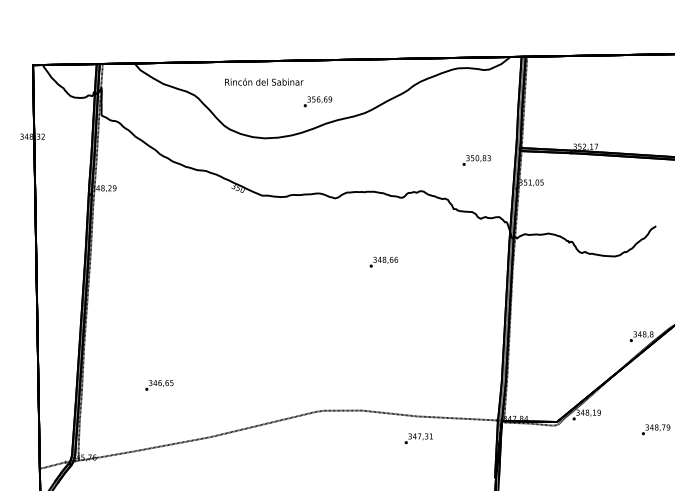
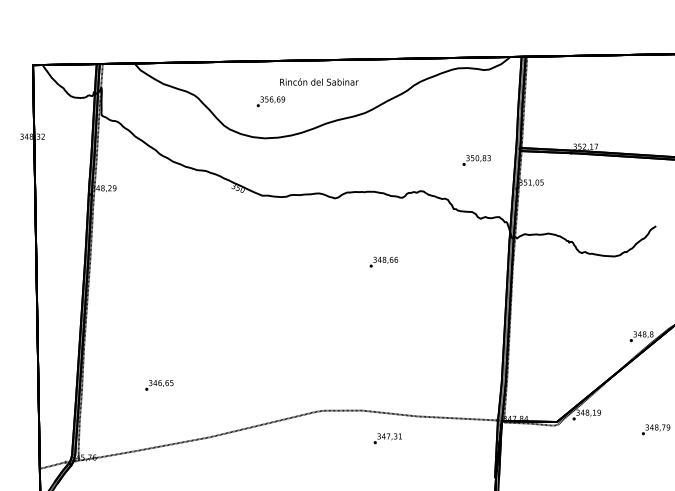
text at (264, 81) position: (264, 81) -> (319, 81)
text at (317, 101) position: (317, 101) -> (270, 101)
text at (418, 438) position: (418, 438) -> (387, 438)
